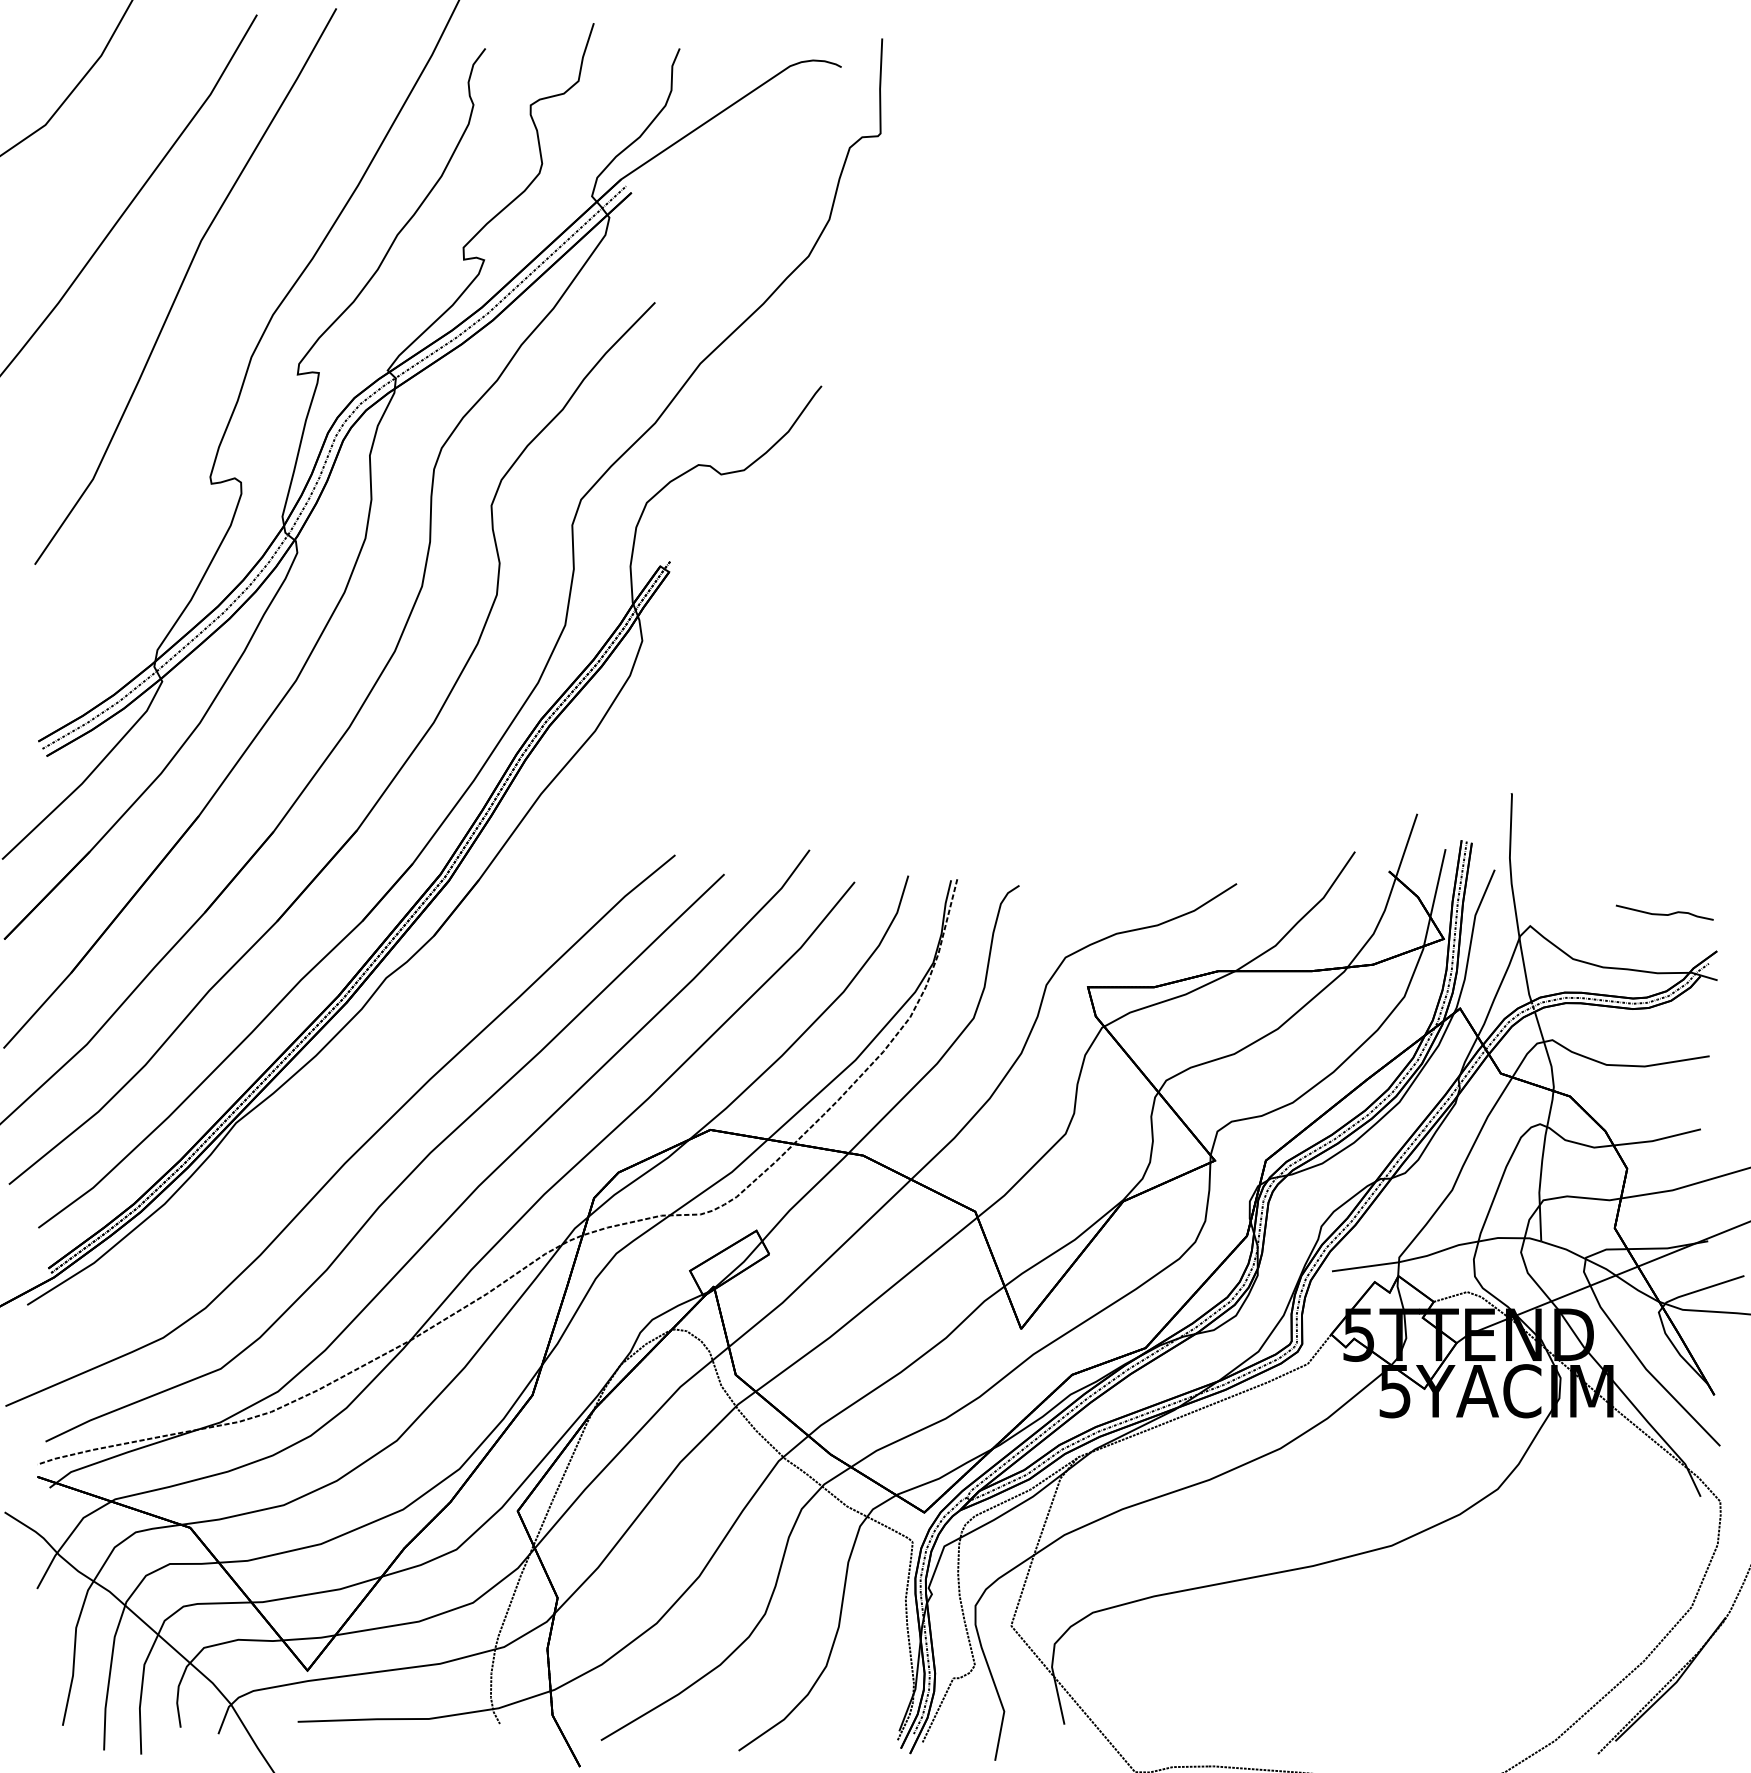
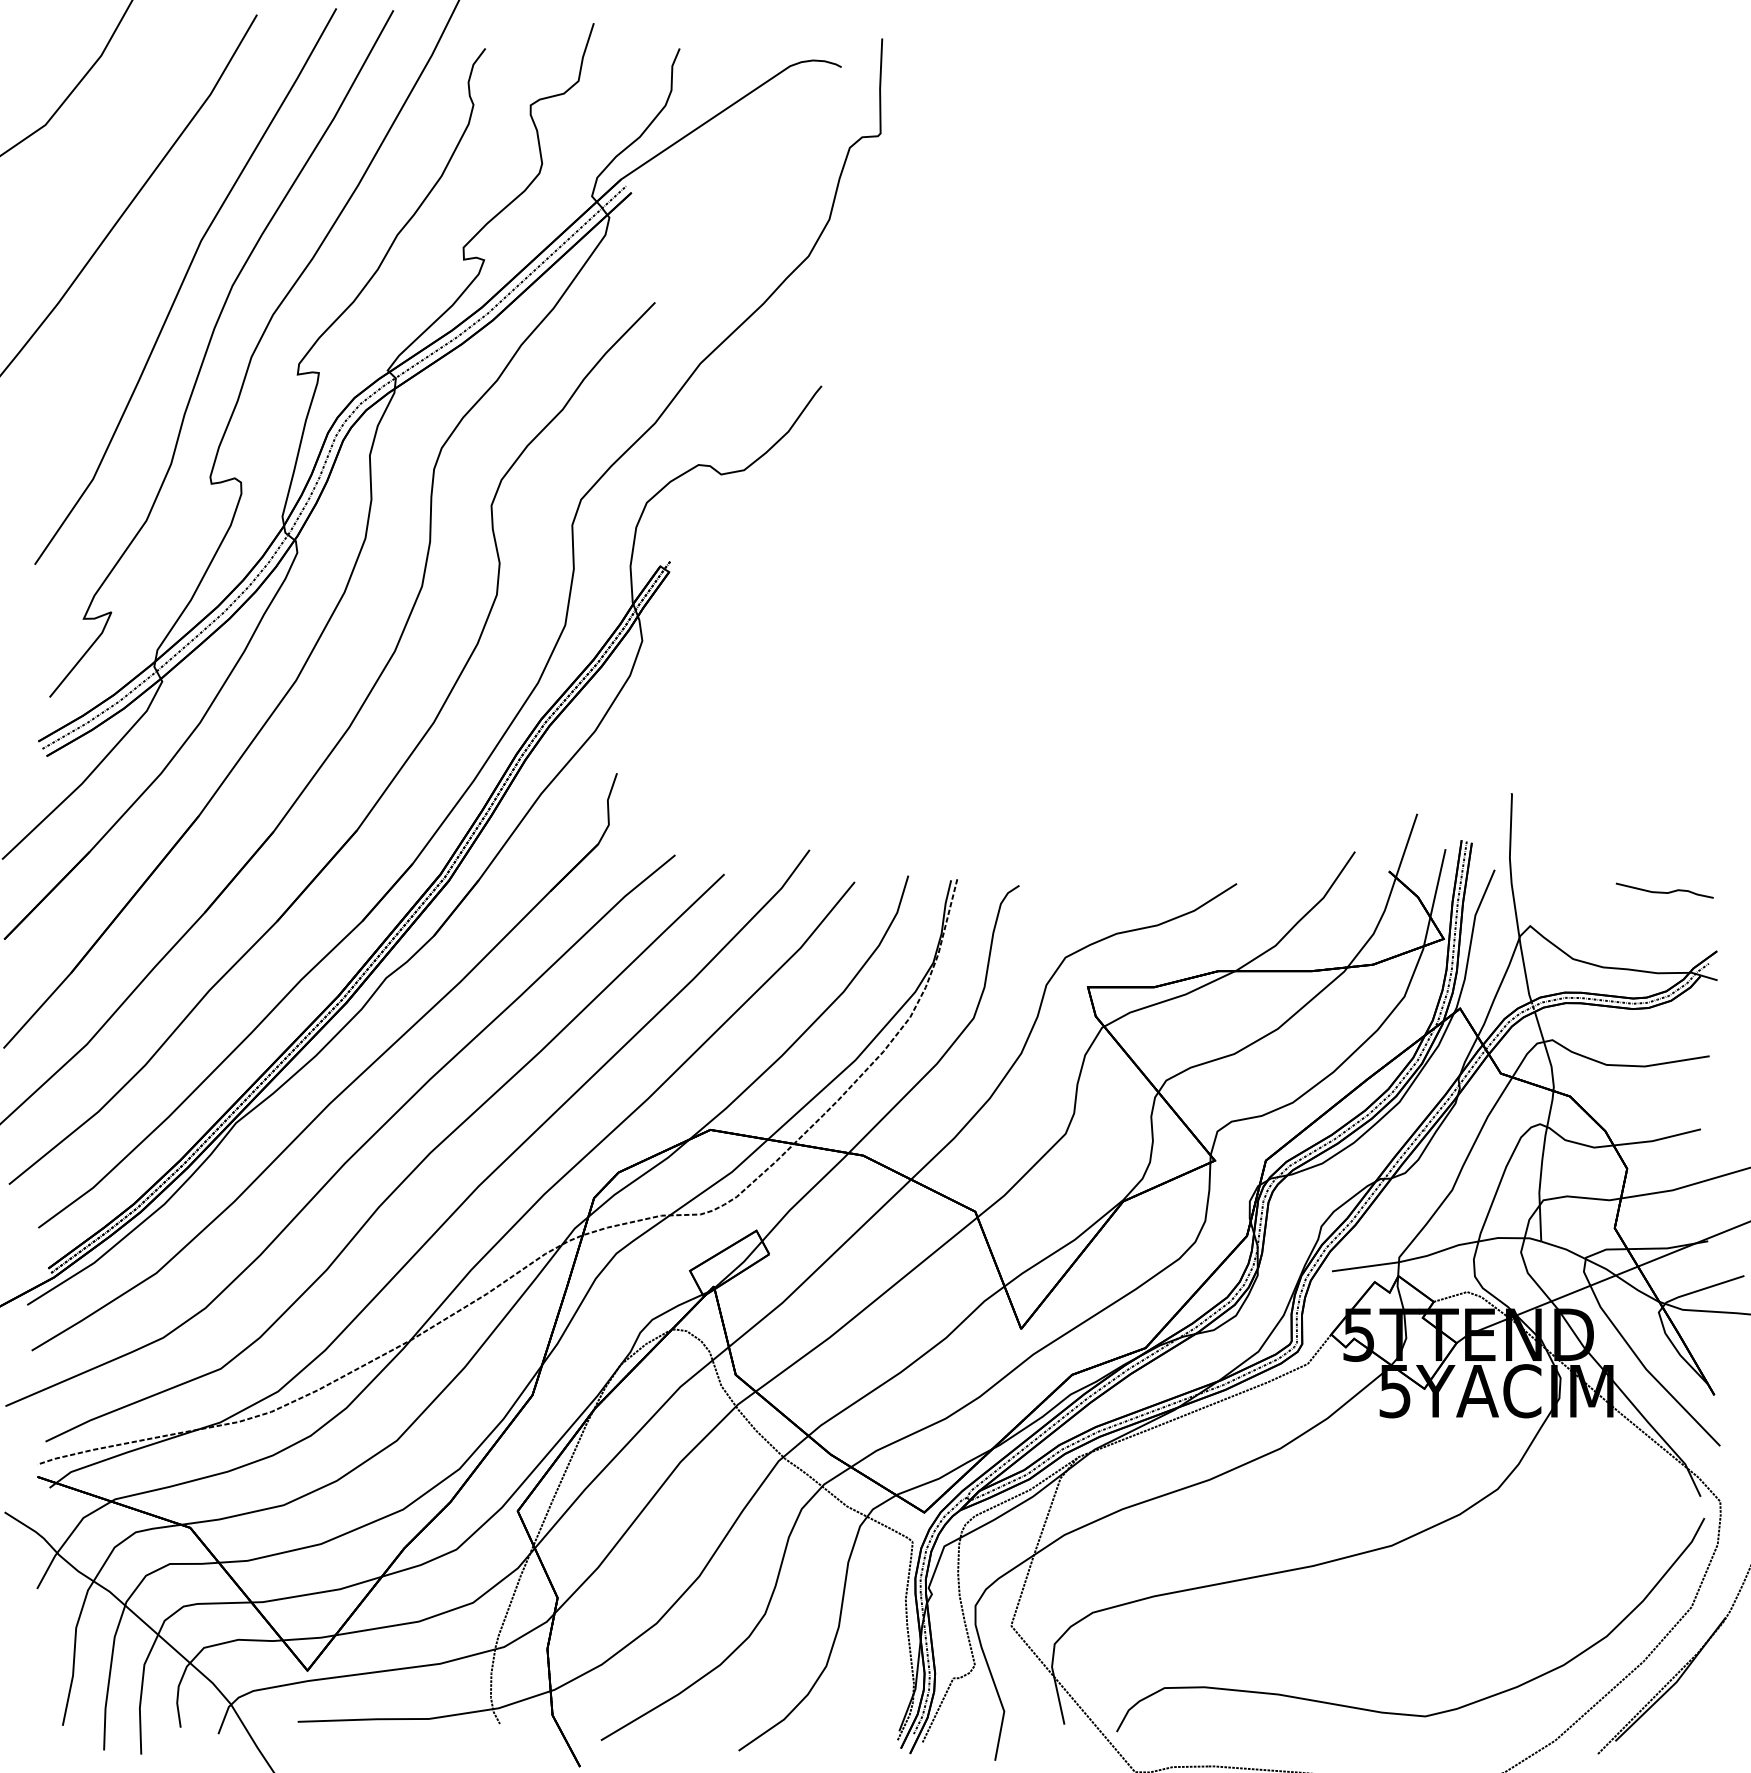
part at (208, 349): none -> present
curve at (1663, 913) position: (1663, 913) -> (1663, 891)
part at (347, 1085): none -> present
curve at (1406, 1713): none -> present
